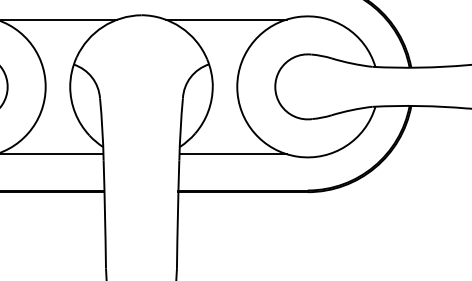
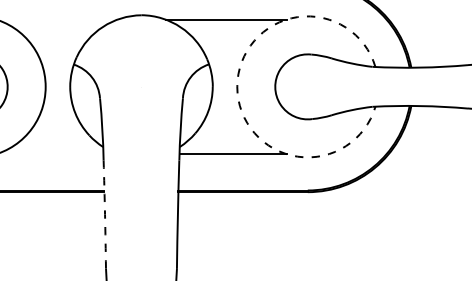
line at (59, 19): present -> none
arc at (237, 86): solid -> dashed
line at (52, 154): present -> none
arc at (105, 214): solid -> dashed
